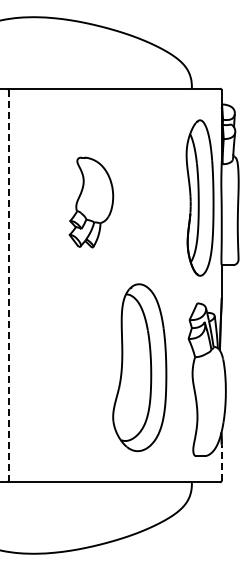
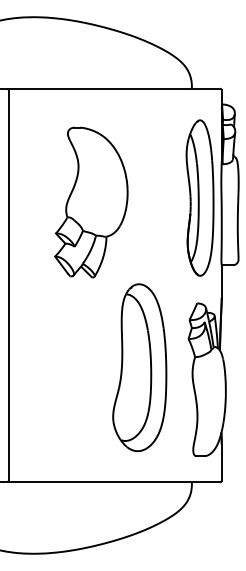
part at (91, 202) size: 47x93 px -> 75x153 px
line at (8, 285): dashed -> solid
line at (221, 462): dashed -> solid
